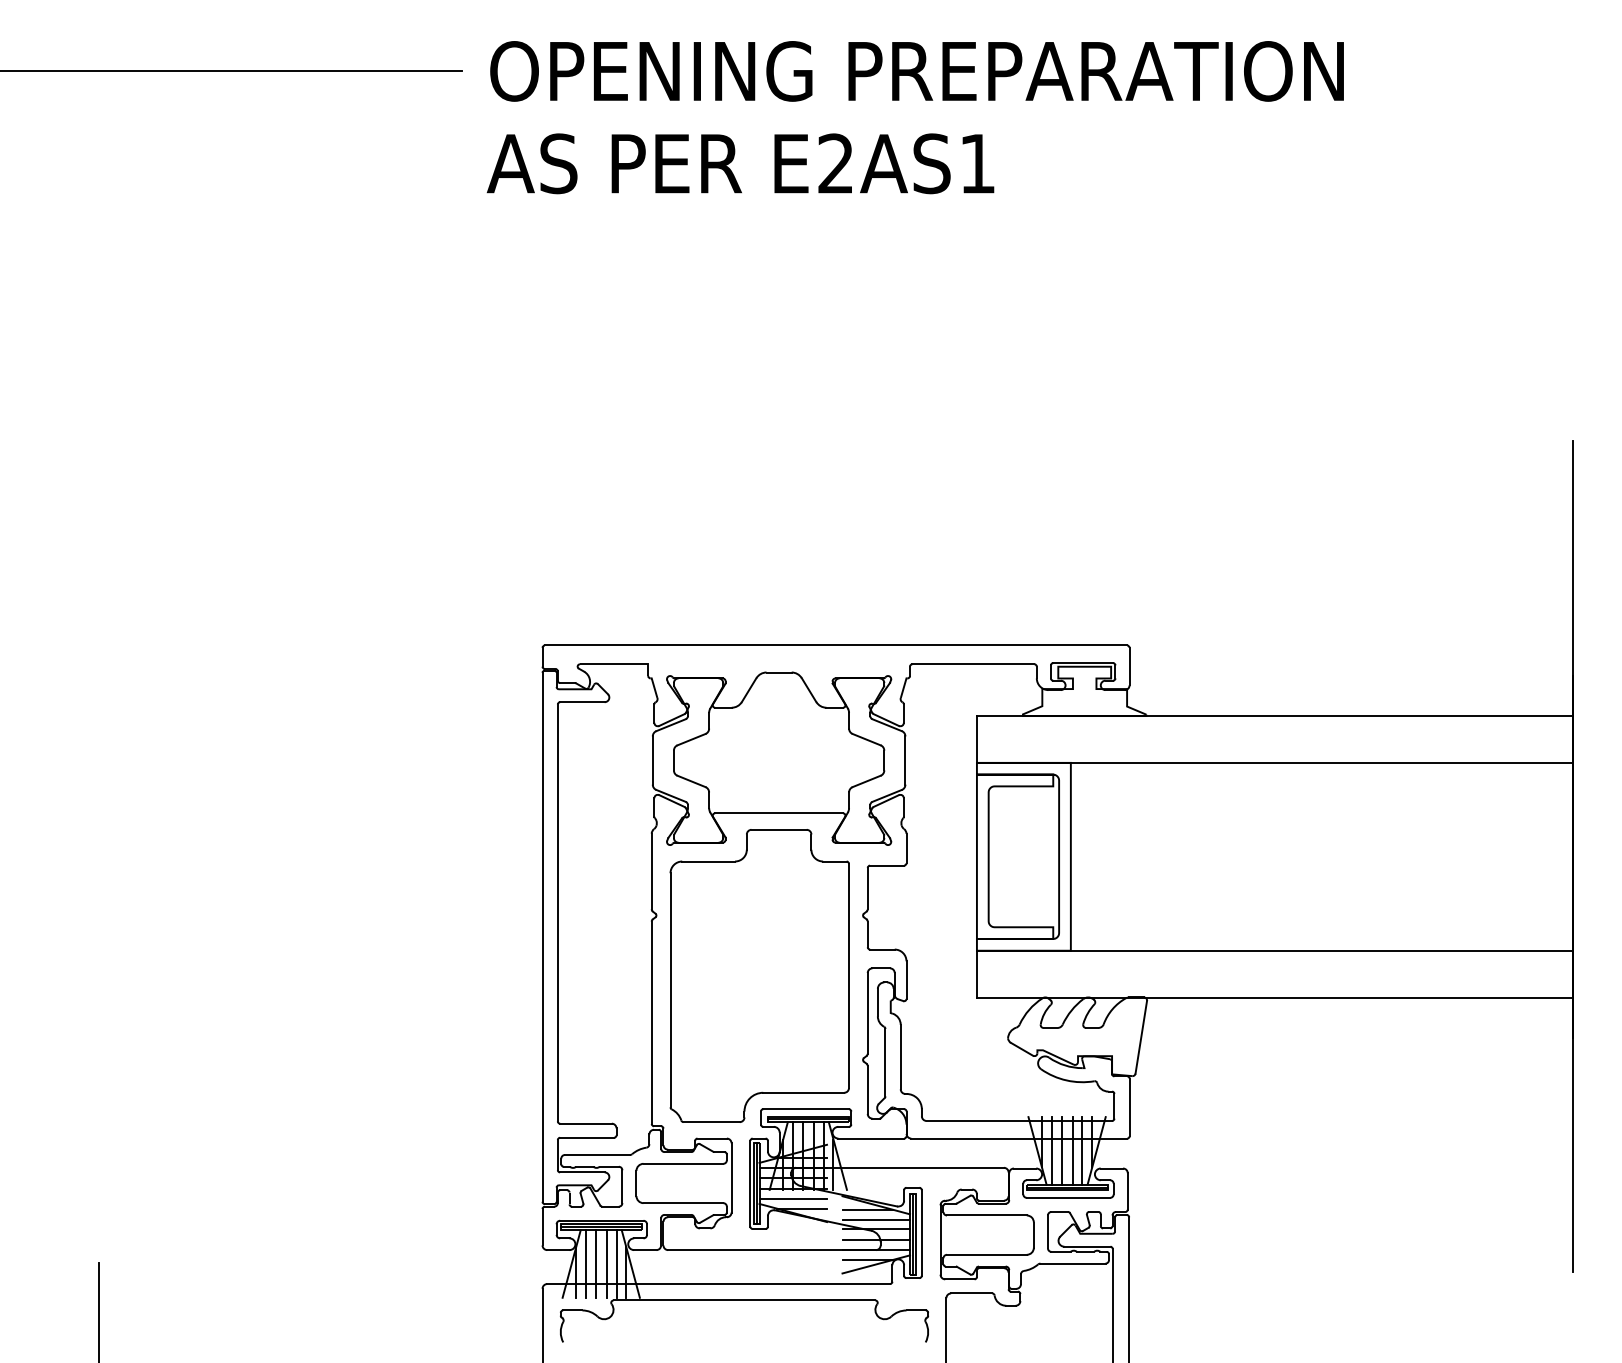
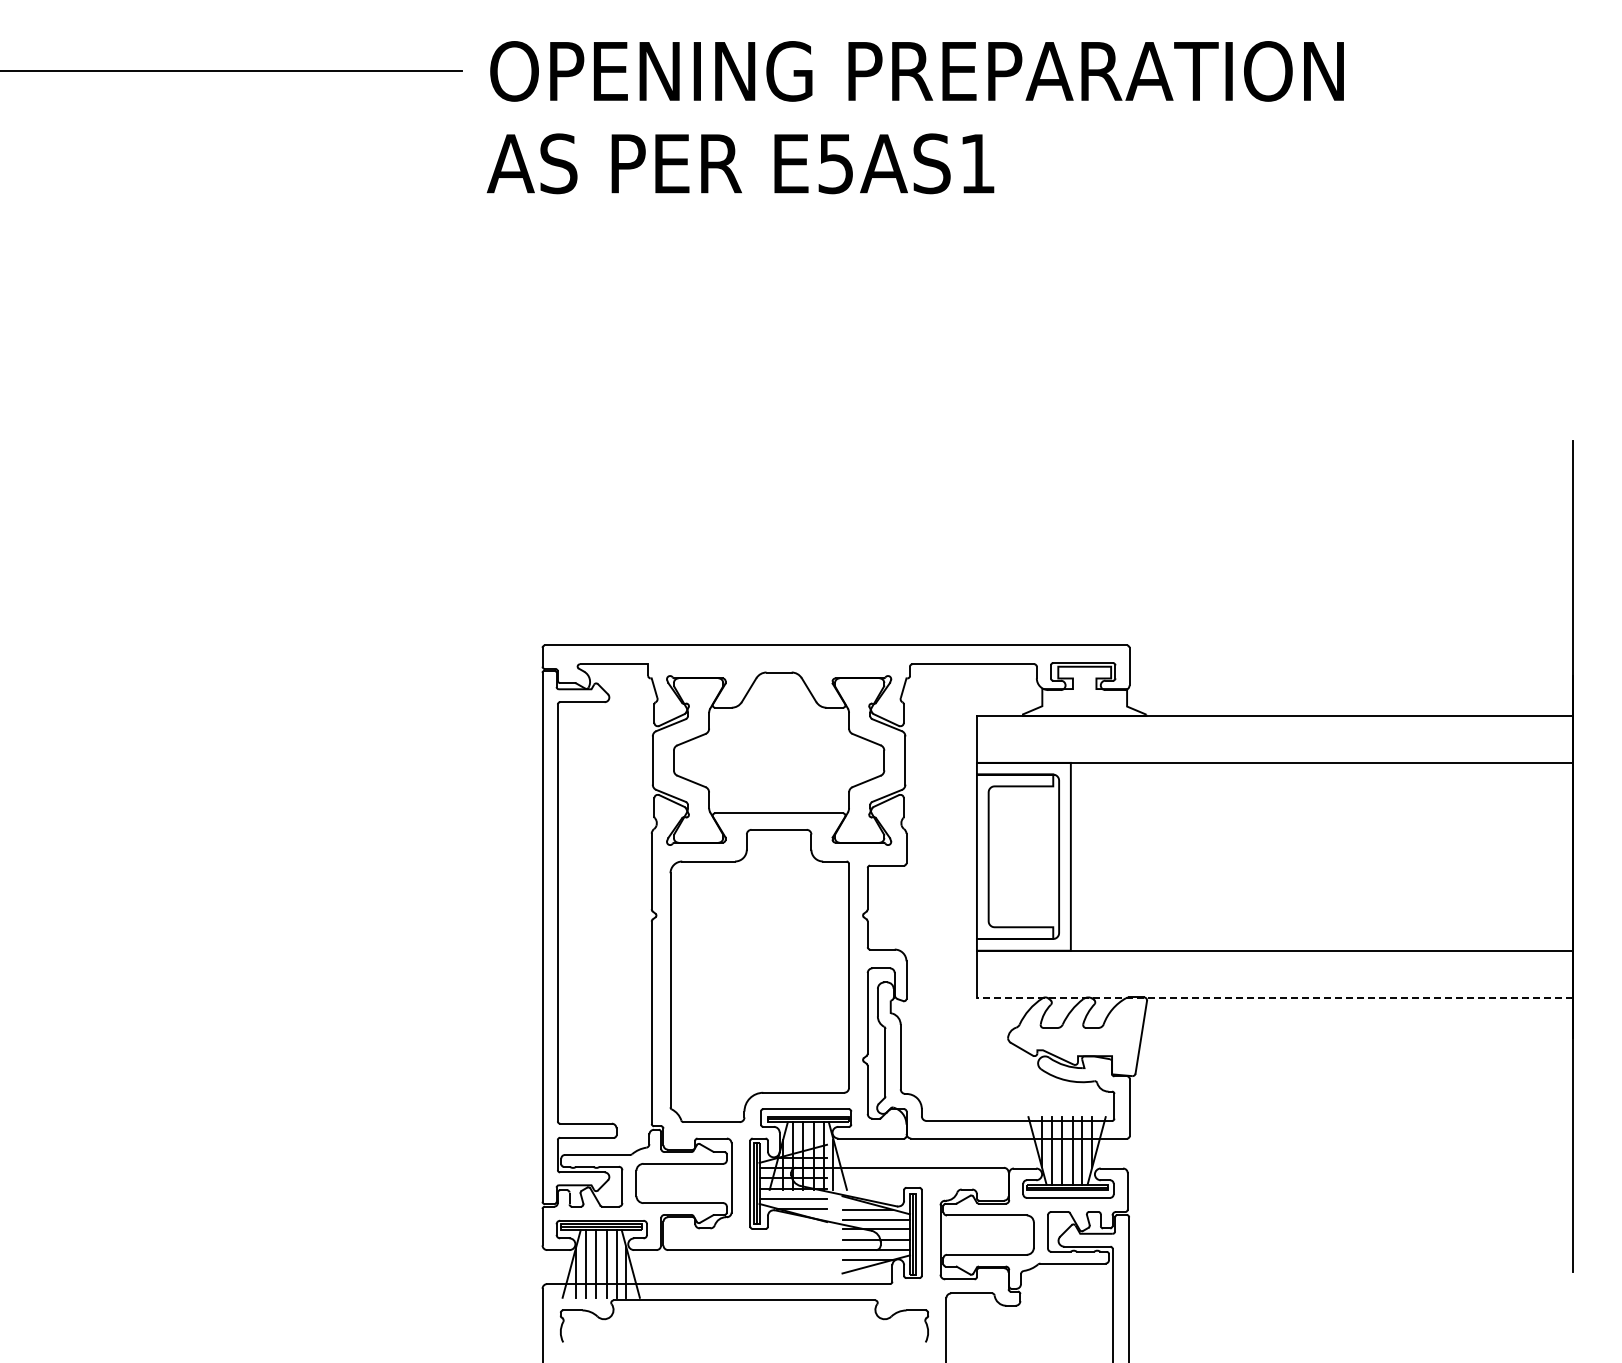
text at (835, 163): E2AS1 -> E5AS1
line at (1274, 997): solid -> dashed
line at (98, 1311): present -> none
